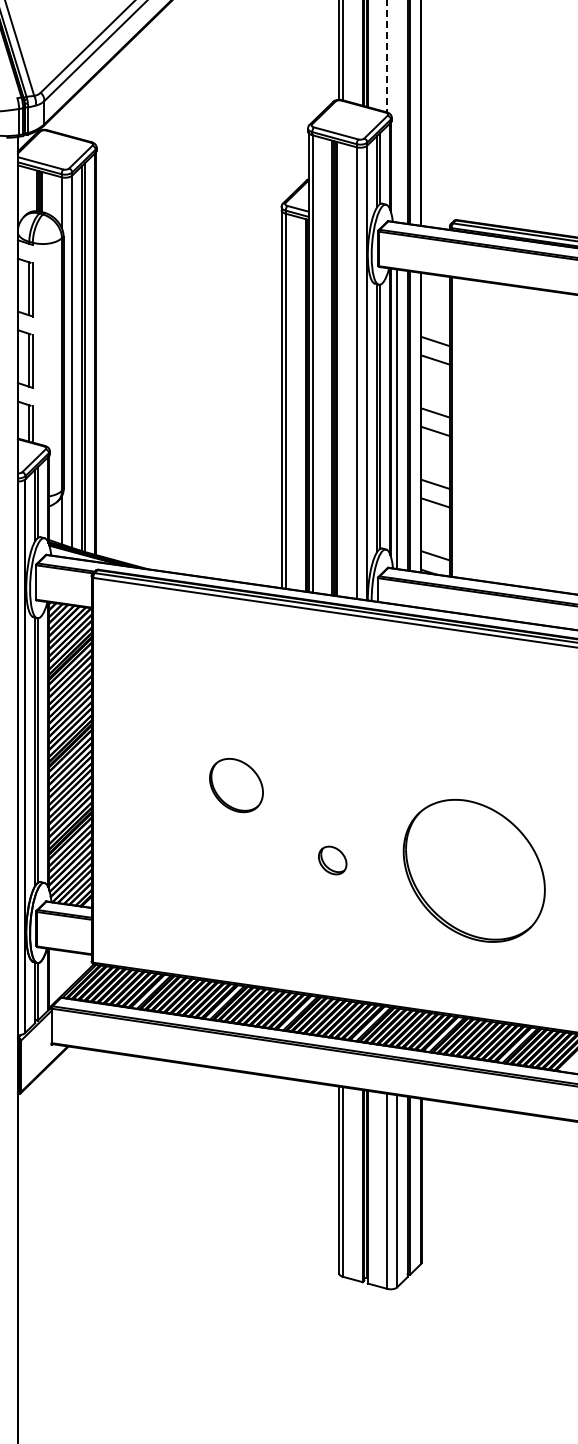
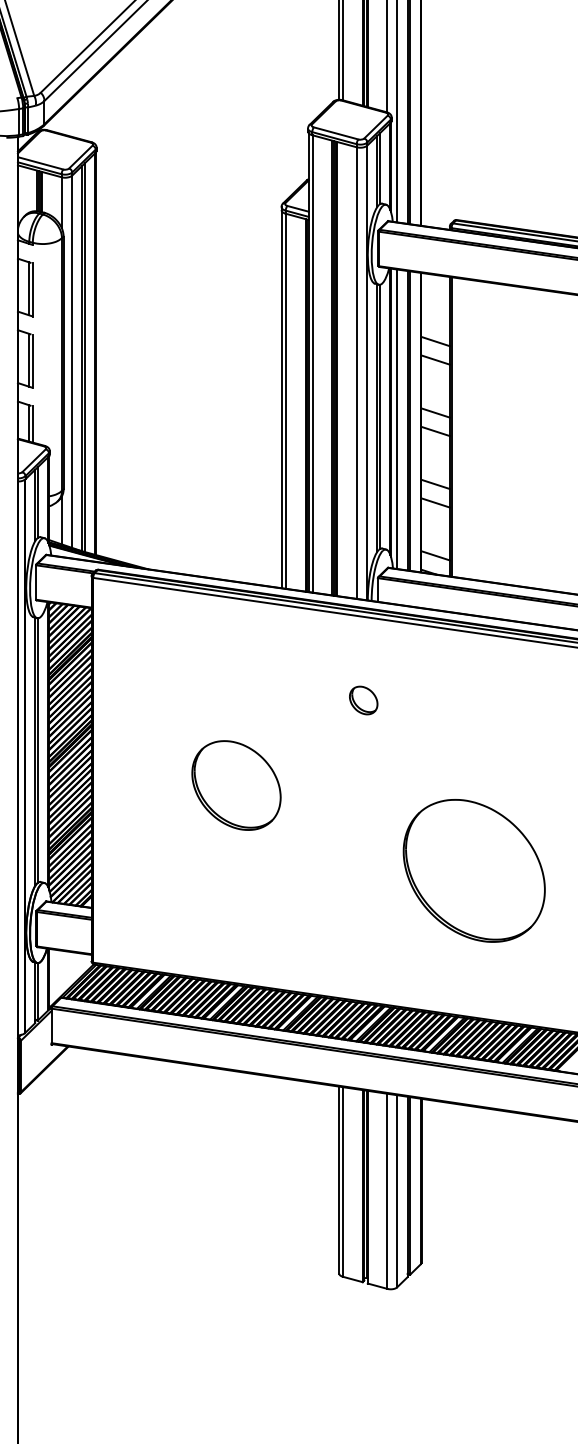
line at (387, 56): dashed -> solid
line at (397, 112): none -> present
part at (236, 785) size: 55x56 px -> 91x91 px
part at (332, 860) position: (332, 860) -> (363, 700)
